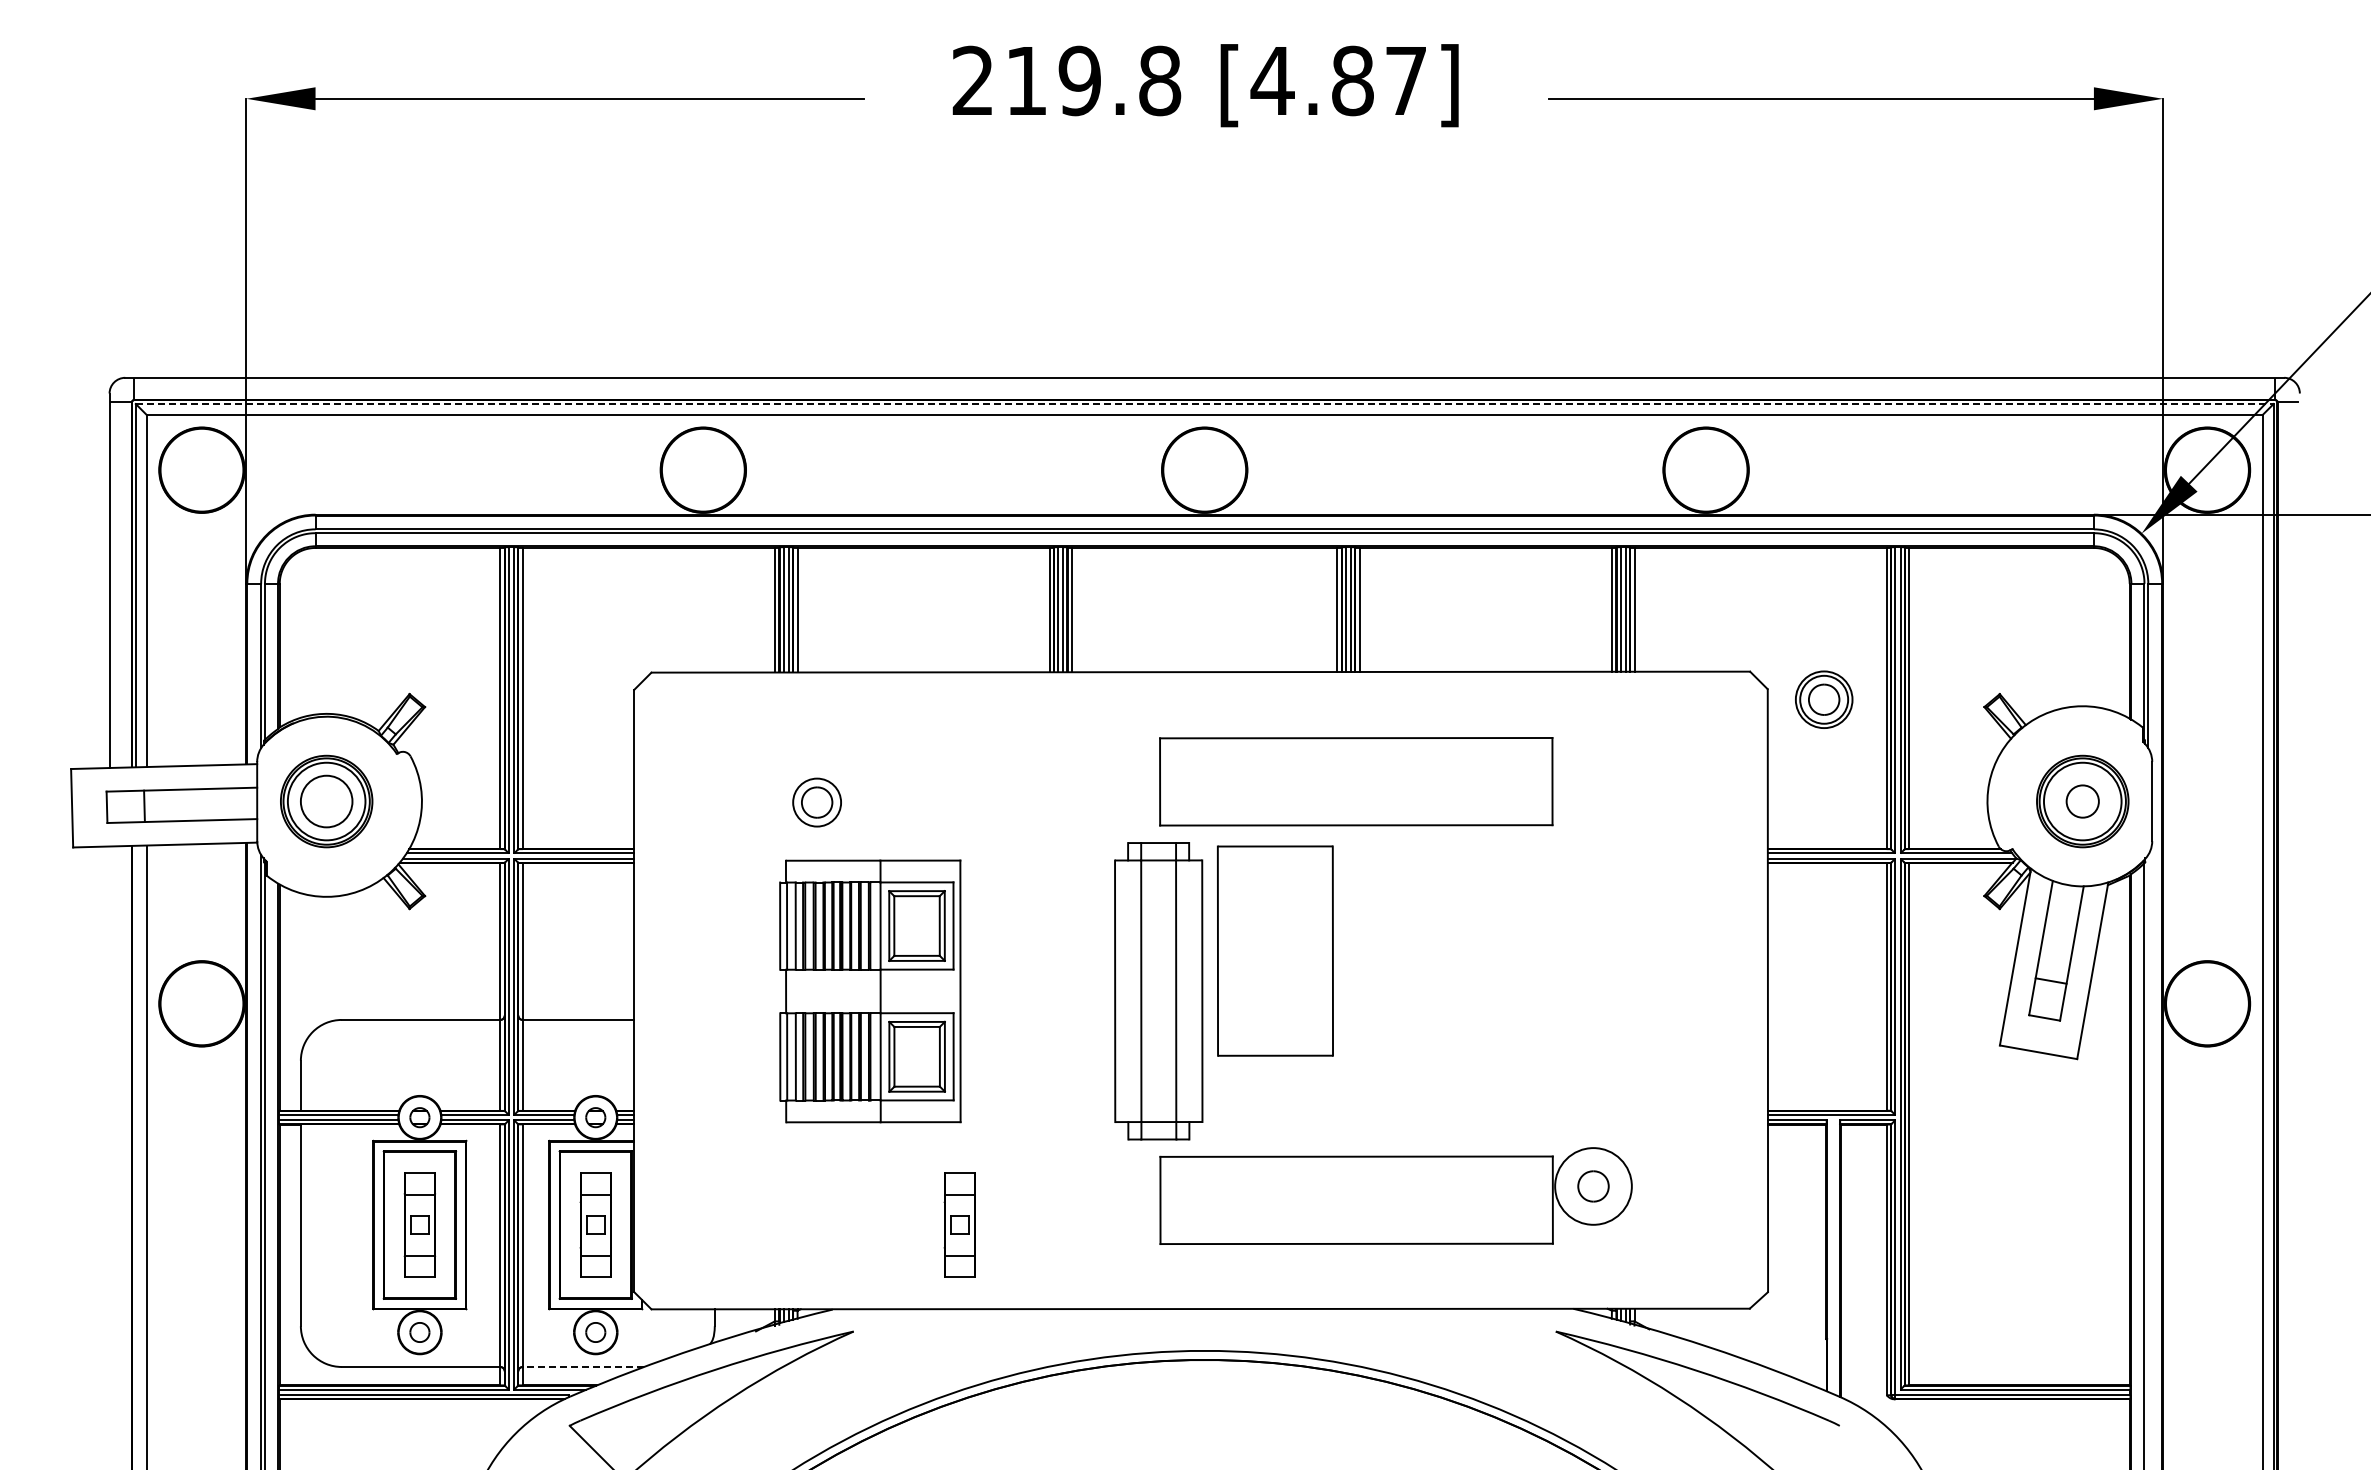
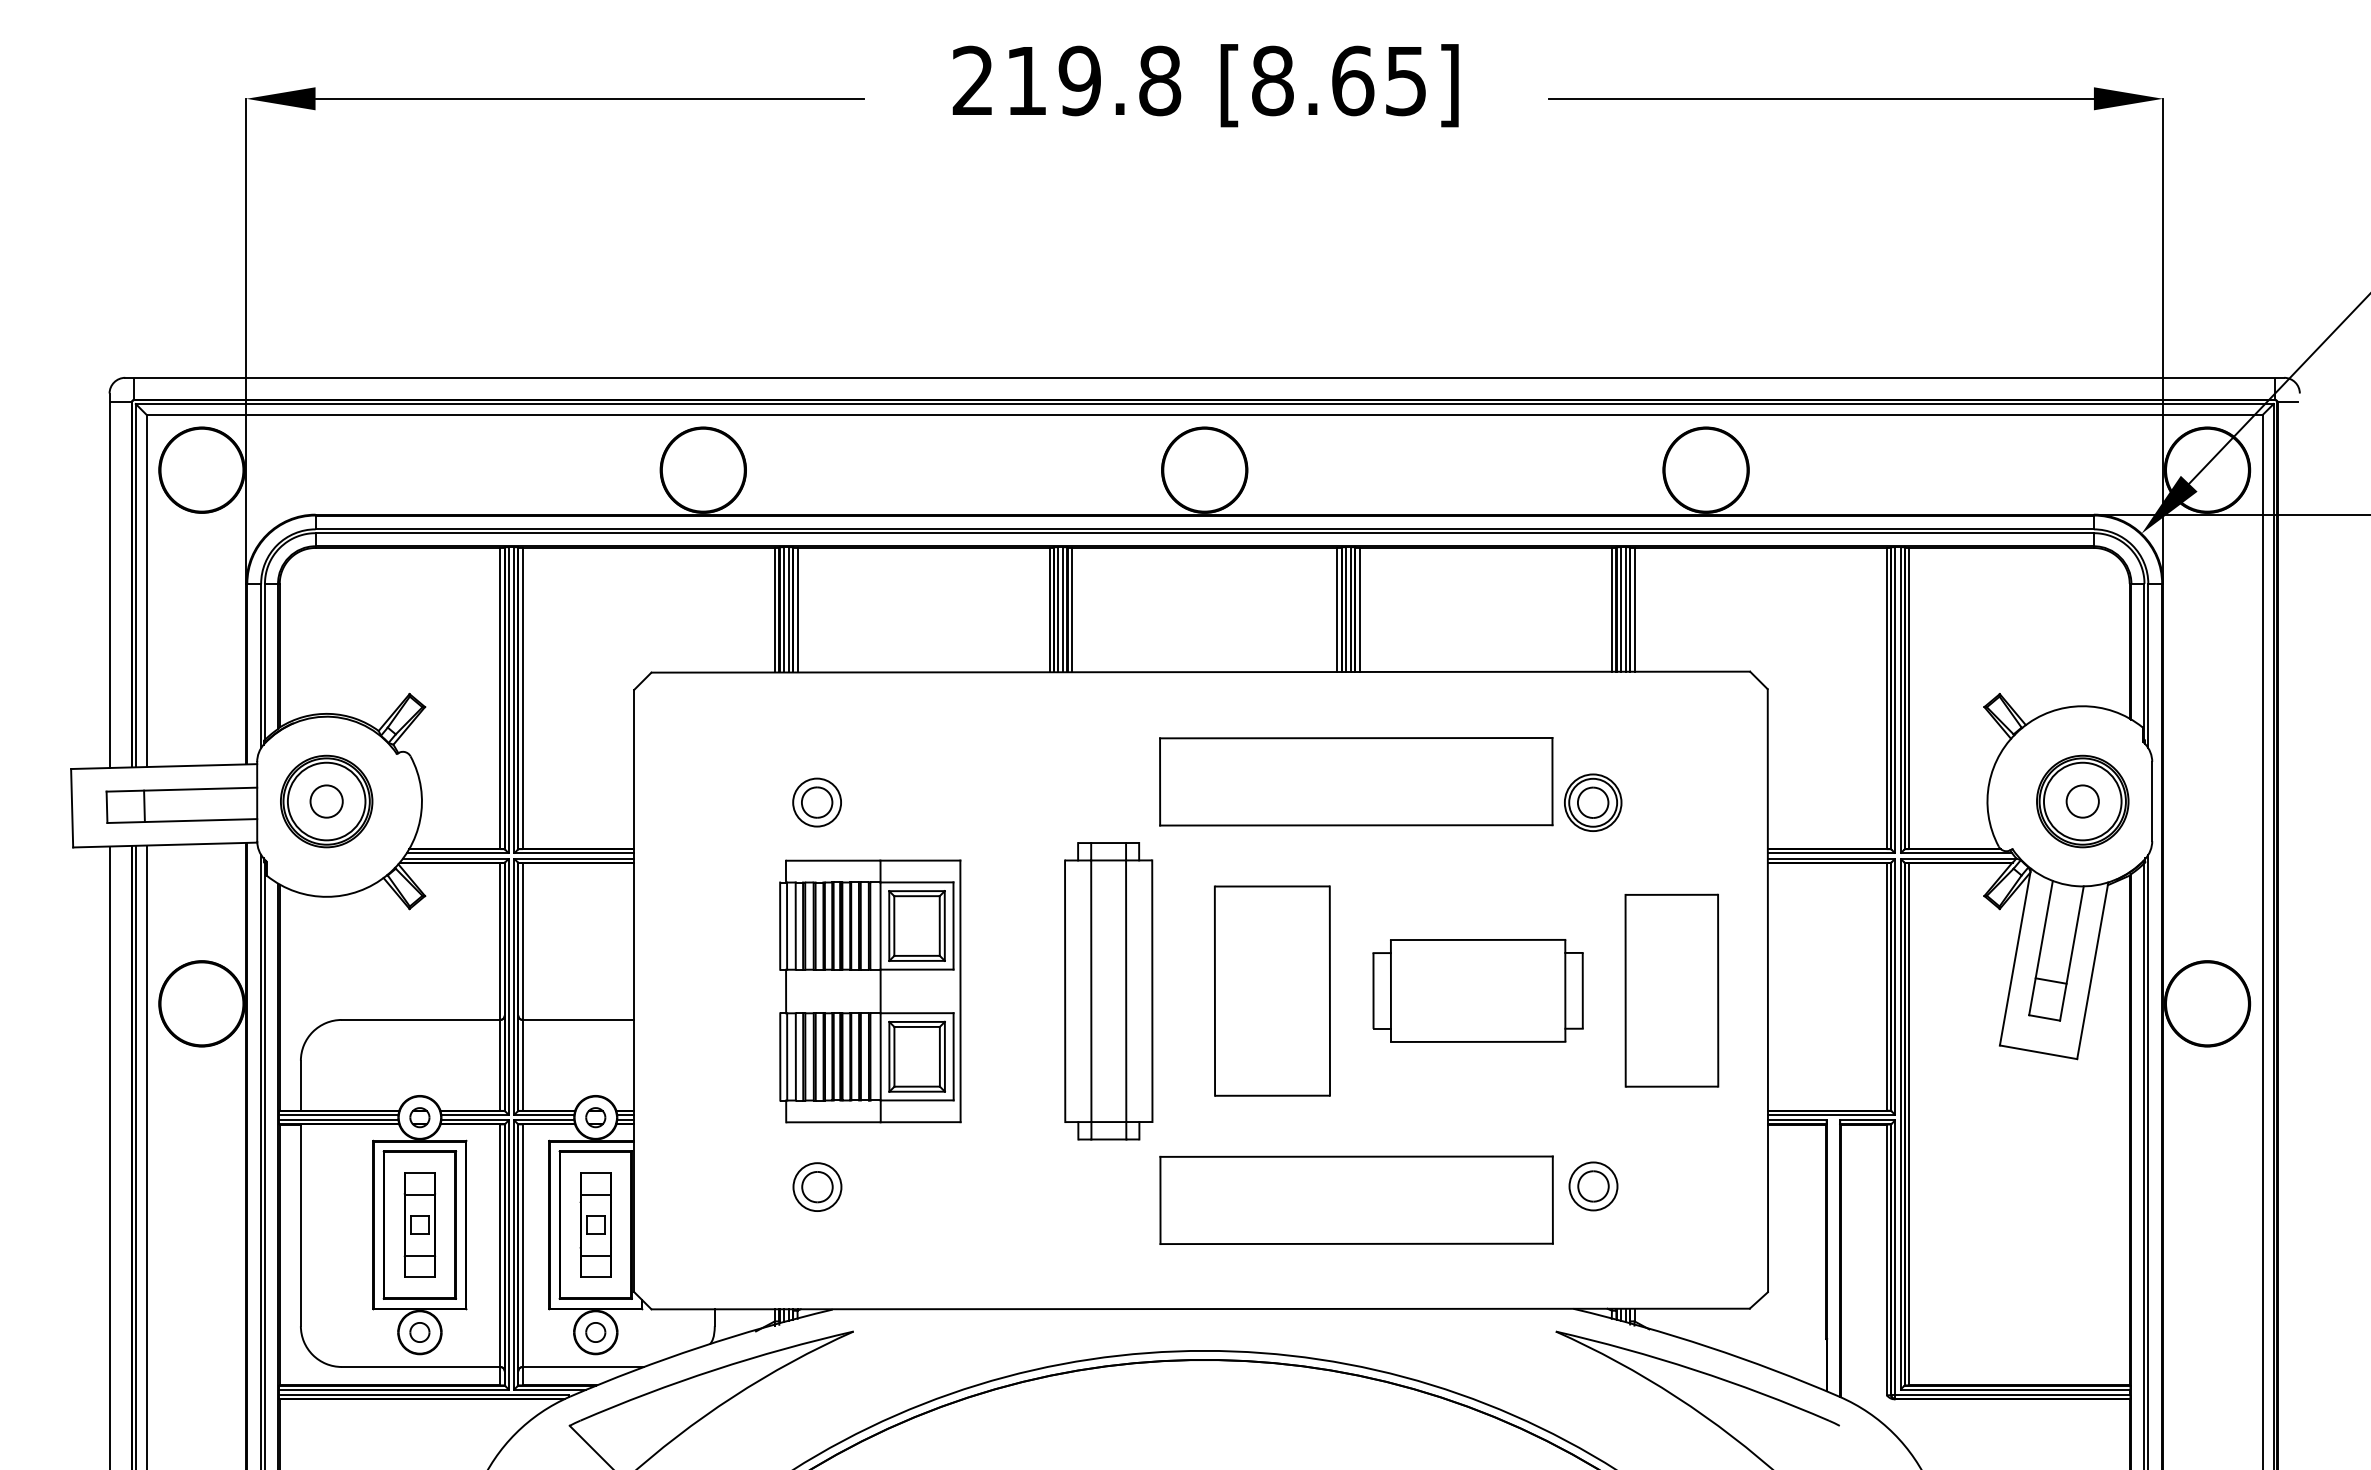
text at (1337, 80): [4.87] -> [8.65]
line at (1204, 404): dashed -> solid
part at (1824, 699) position: (1824, 699) -> (1593, 802)
circle at (326, 801) diameter: 52 px -> 32 px
part at (1275, 950) position: (1275, 950) -> (1272, 990)
part at (1477, 990): none -> present
part at (1671, 990): none -> present
part at (1158, 991) position: (1158, 991) -> (1108, 991)
line at (135, 1155): none -> present
line at (109, 1156): none -> present
line at (2148, 1160): none -> present
part at (817, 1186): none -> present
circle at (1593, 1186) diameter: 77 px -> 48 px
part at (959, 1224): present -> none
line at (583, 1366): dashed -> solid
